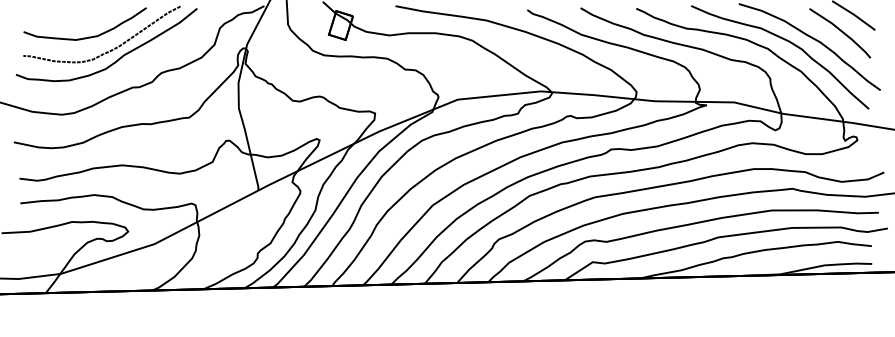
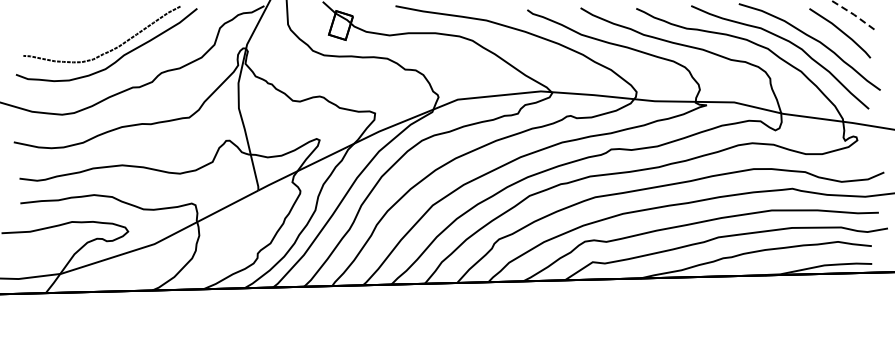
line at (854, 14): solid -> dashed
curve at (88, 36): present -> none
